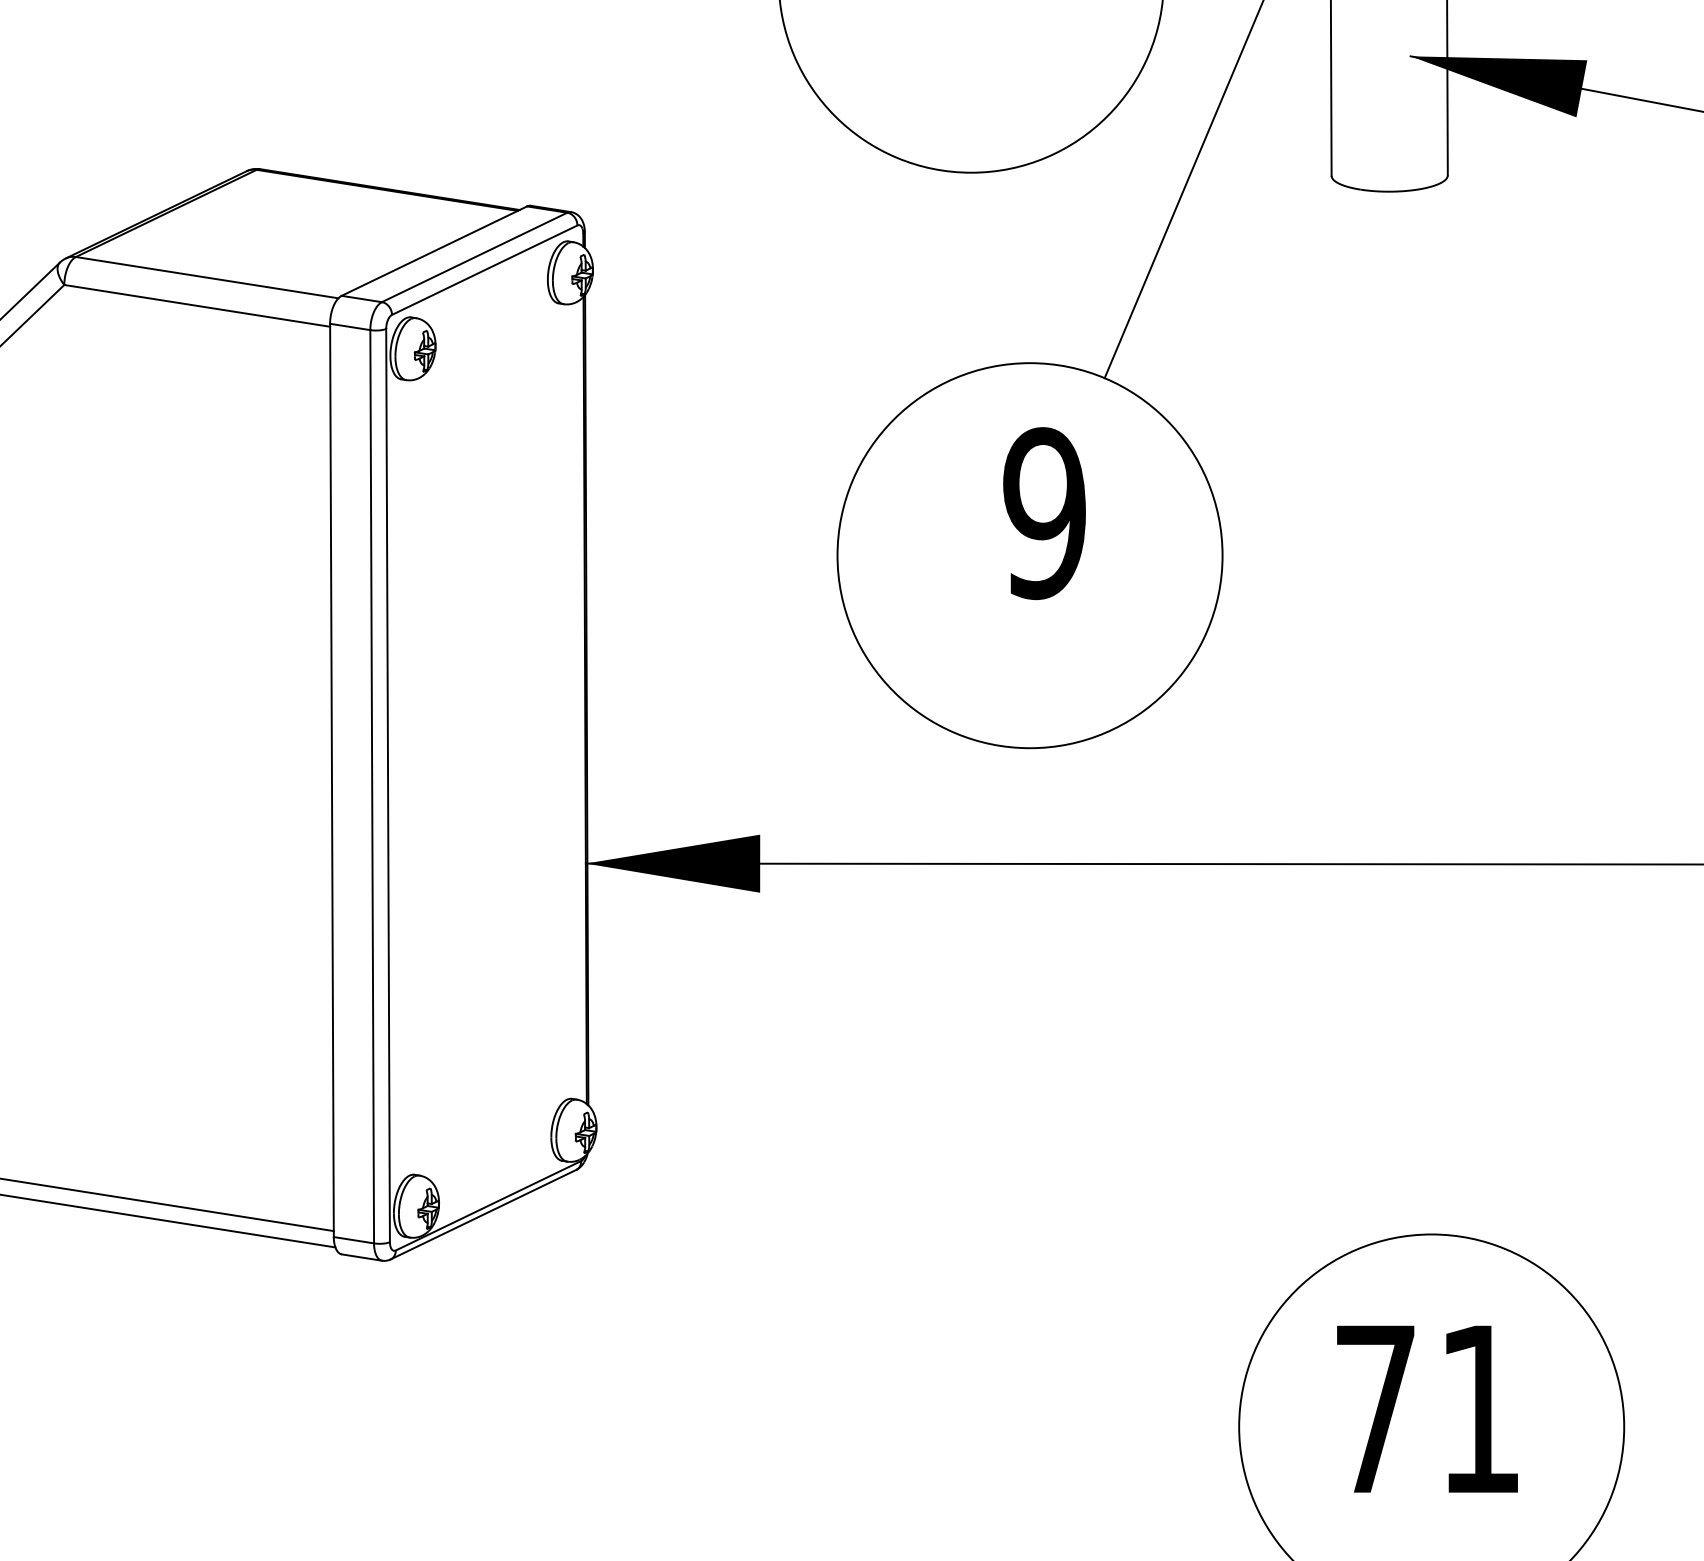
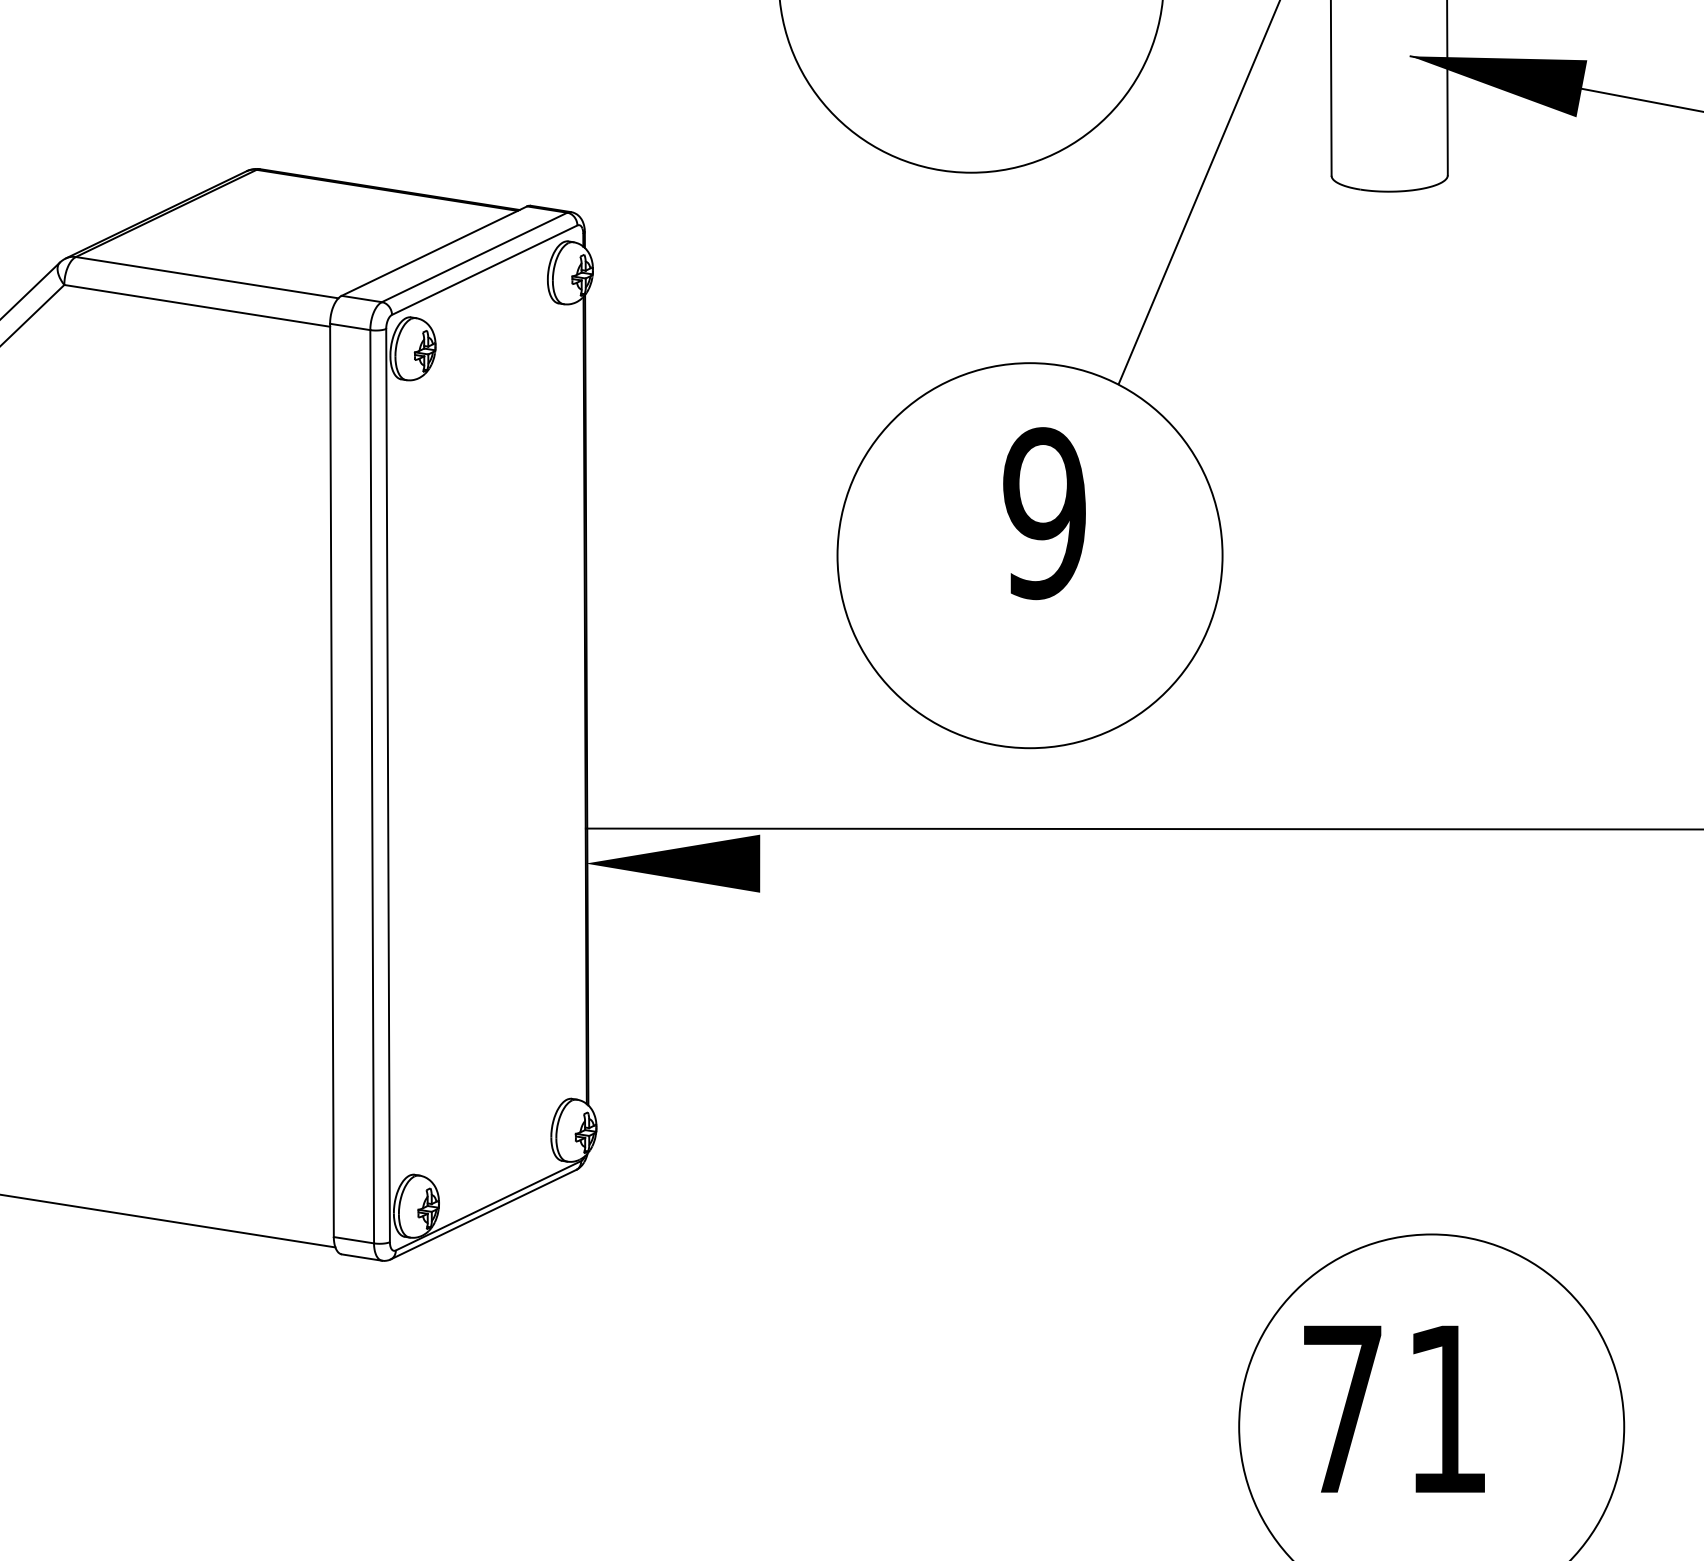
line at (1183, 190) position: (1183, 190) -> (1198, 193)
line at (1142, 863) position: (1142, 863) -> (1142, 828)
line at (167, 1204): present -> none
text at (1427, 1408) position: (1427, 1408) -> (1394, 1408)
